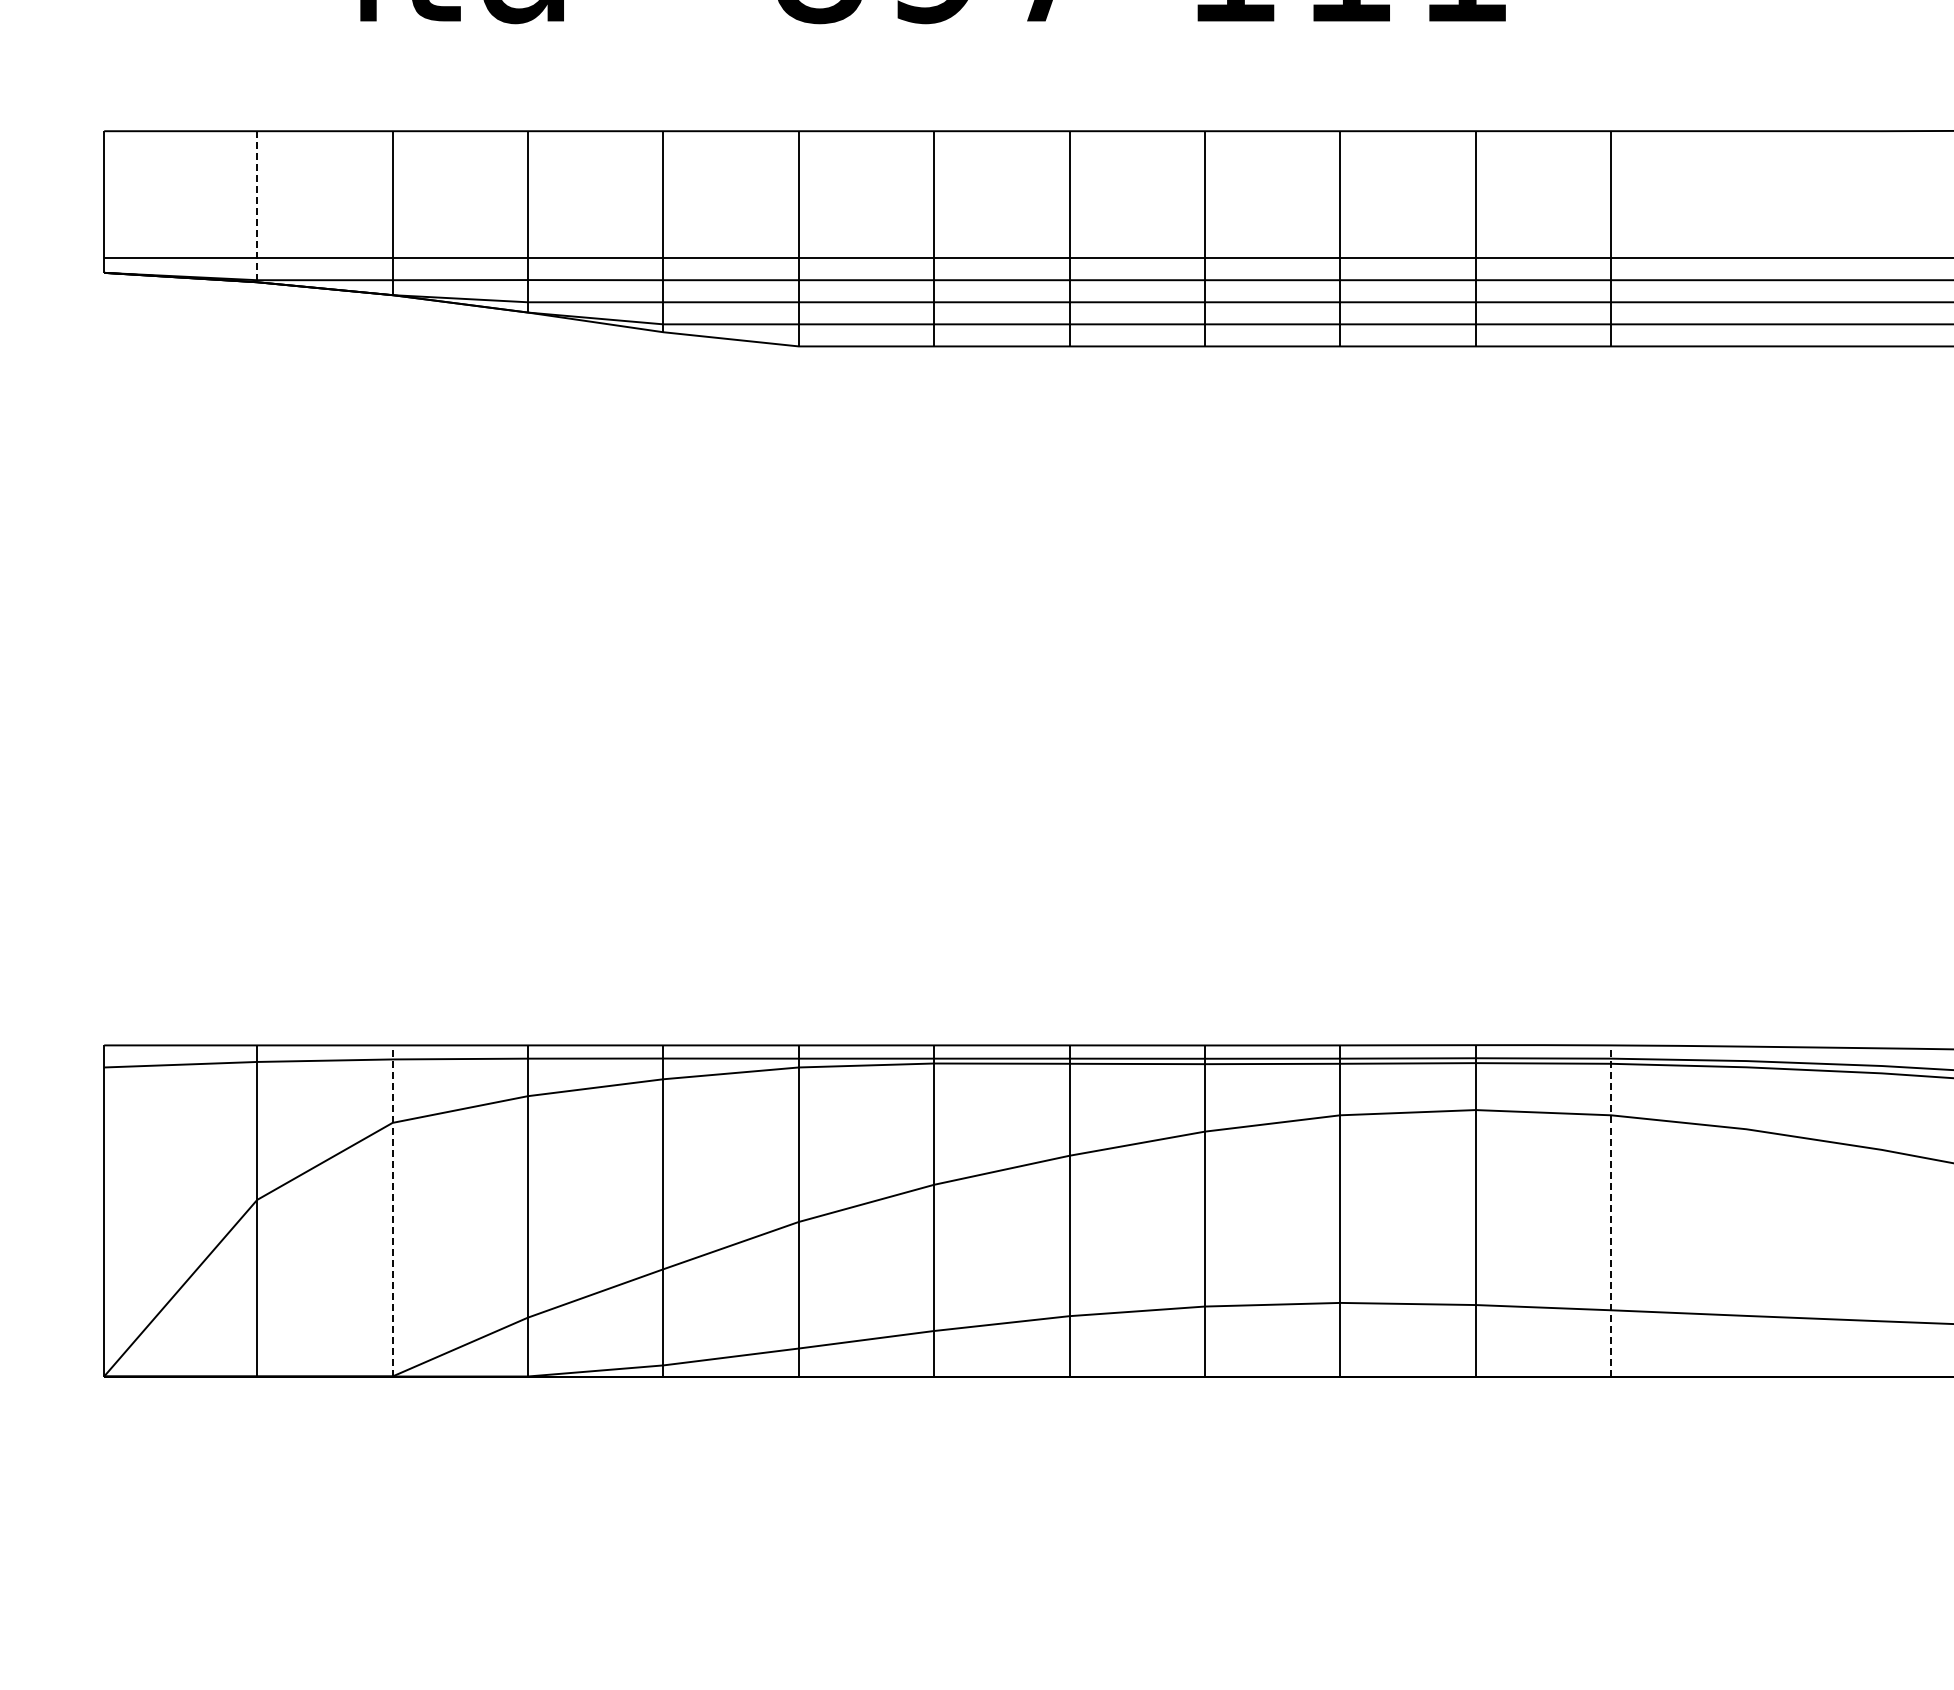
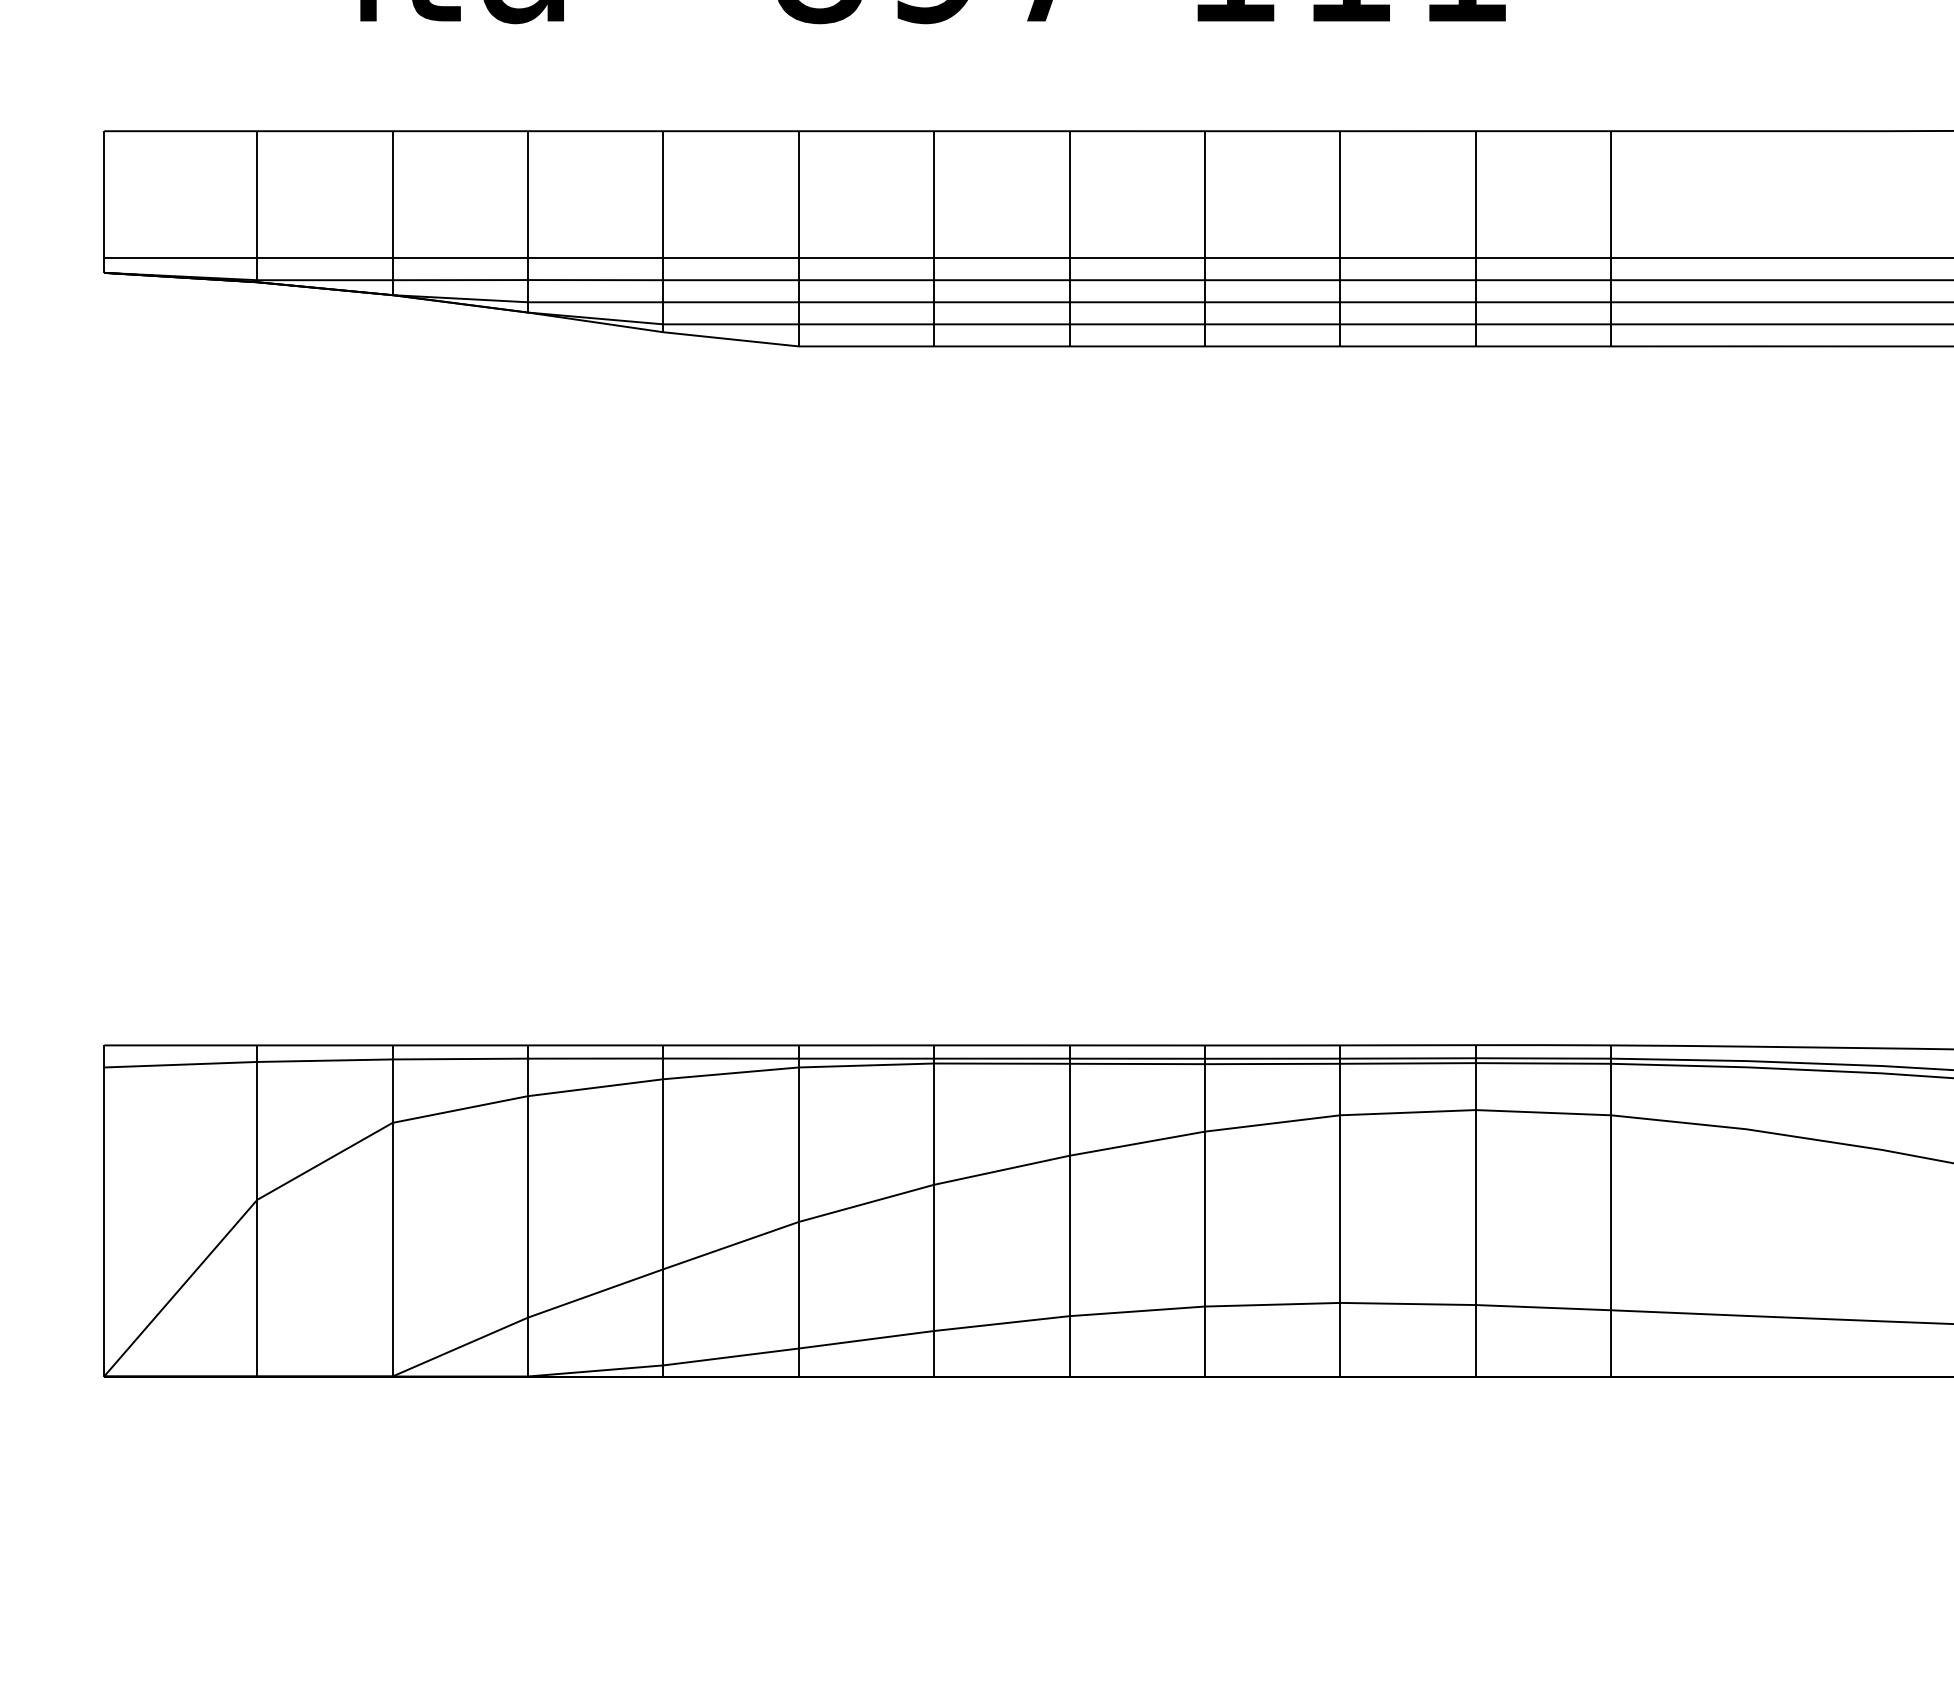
line at (257, 206): dashed -> solid
line at (392, 1210): dashed -> solid
line at (1611, 1210): dashed -> solid
